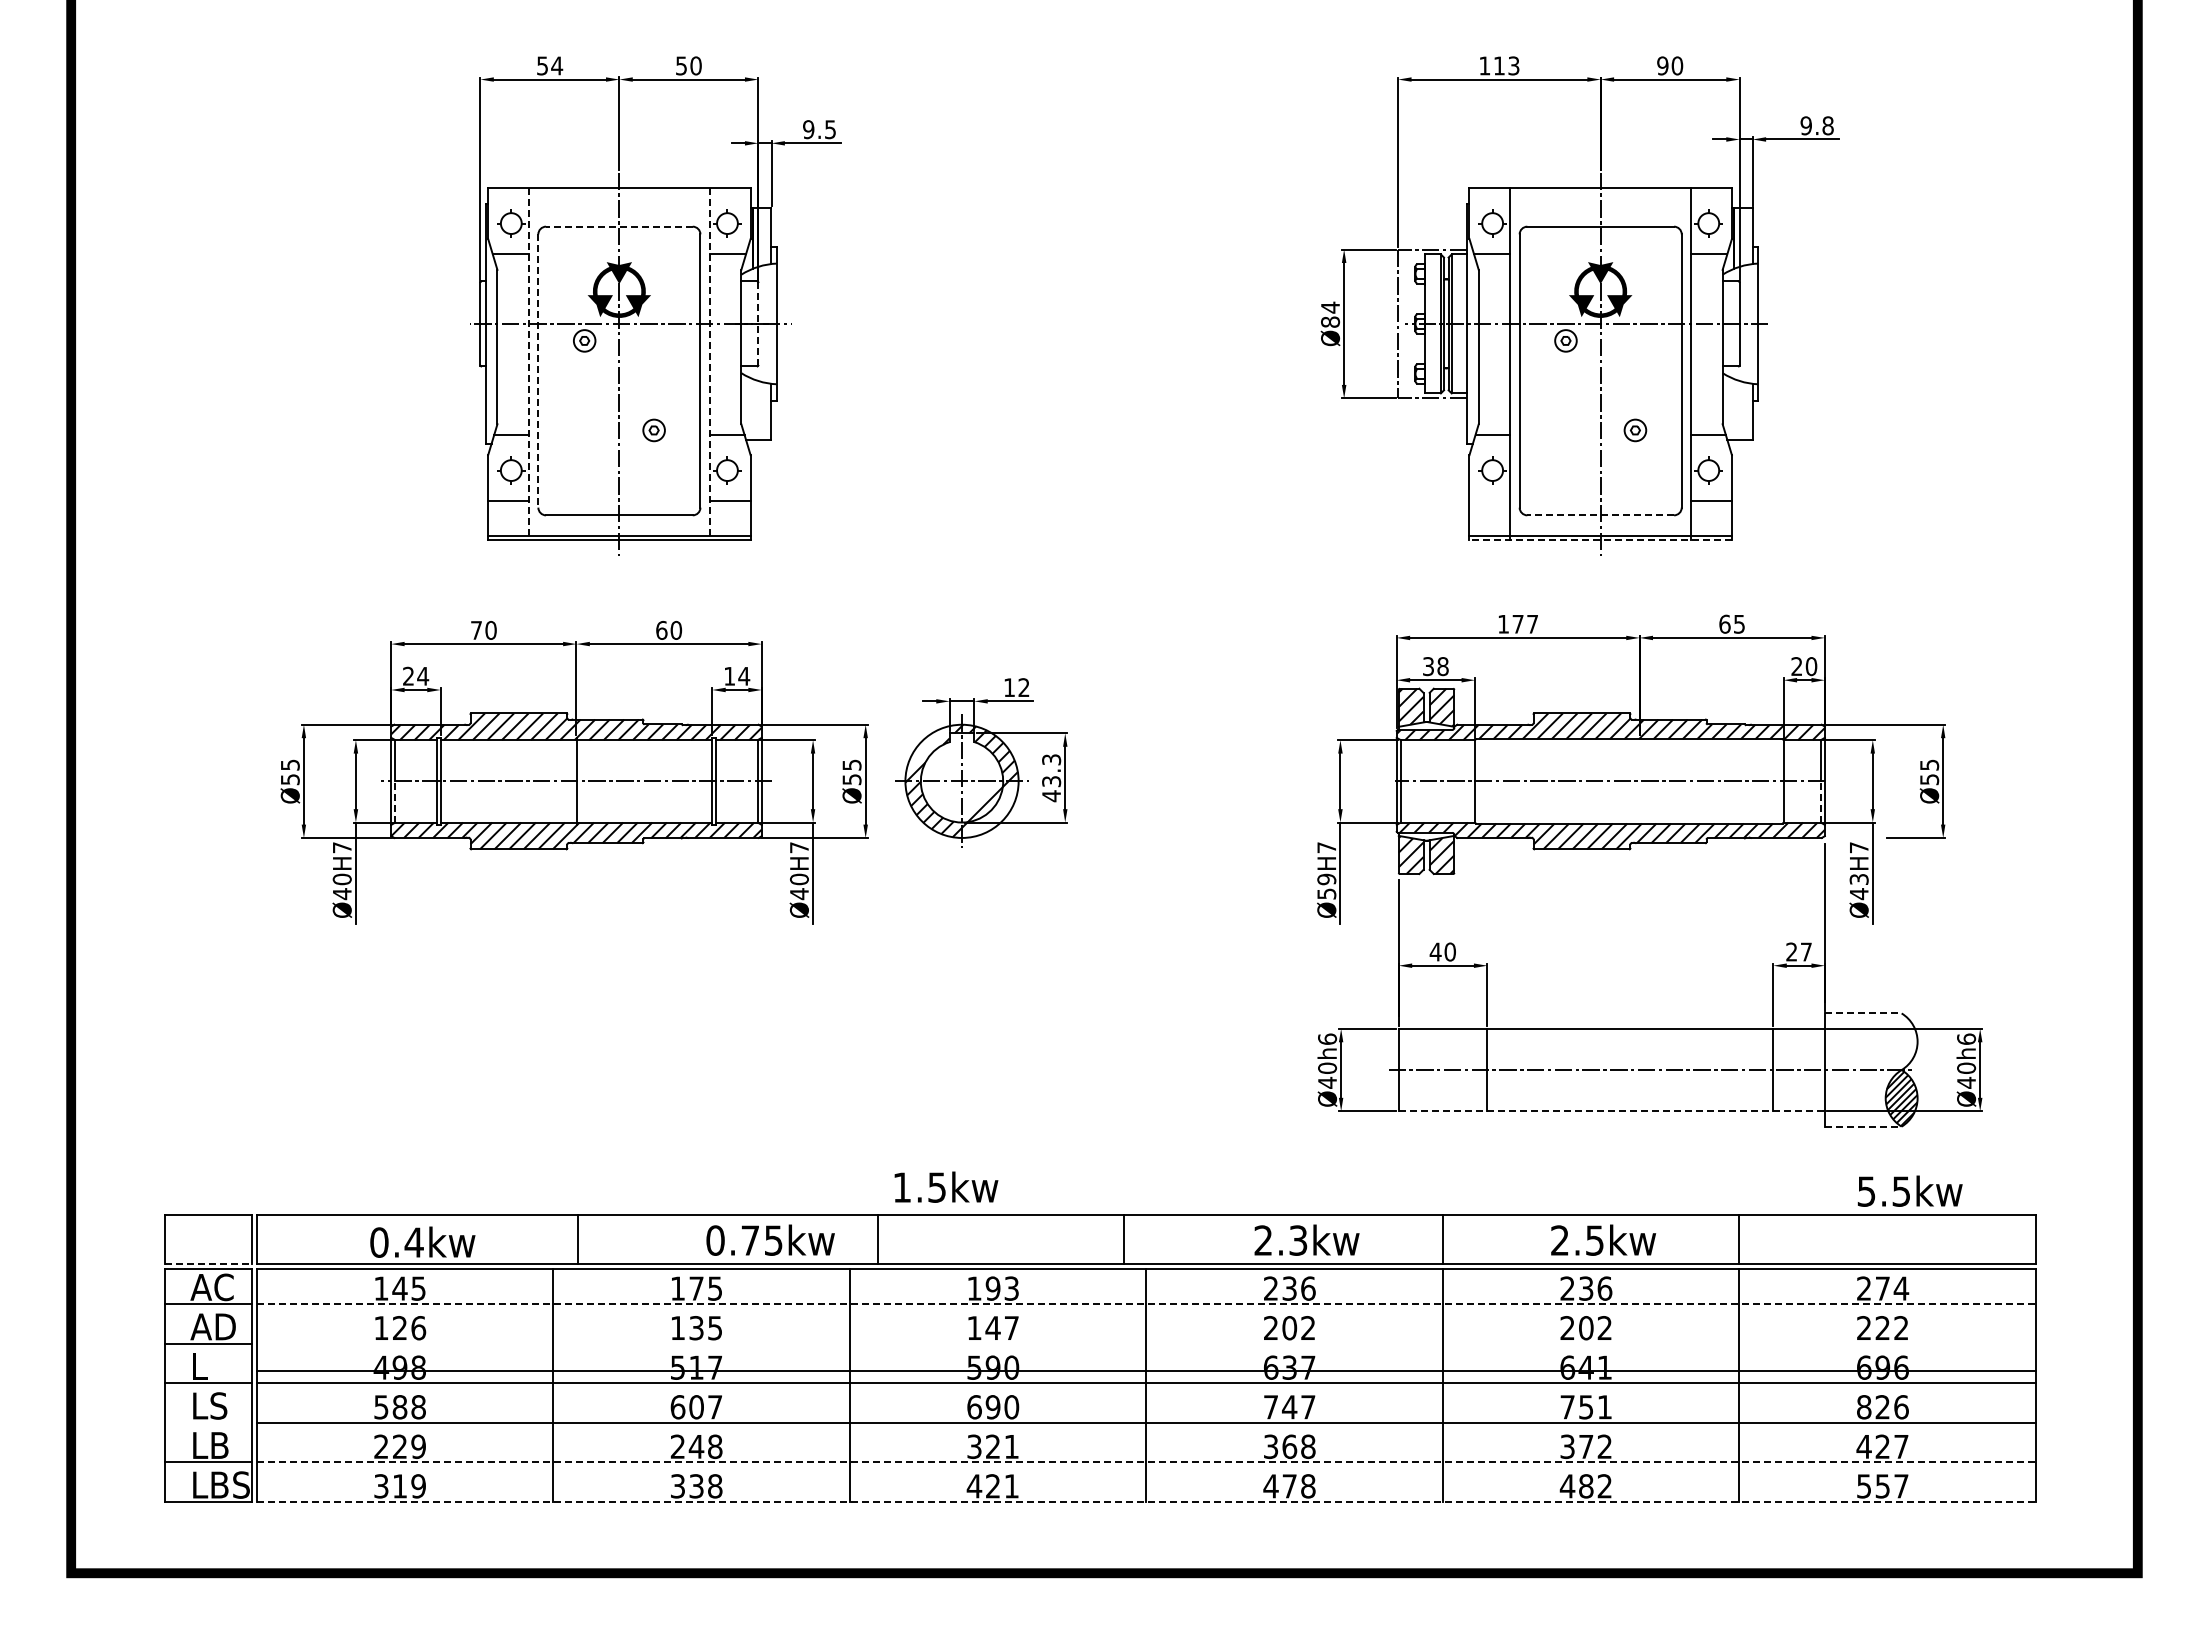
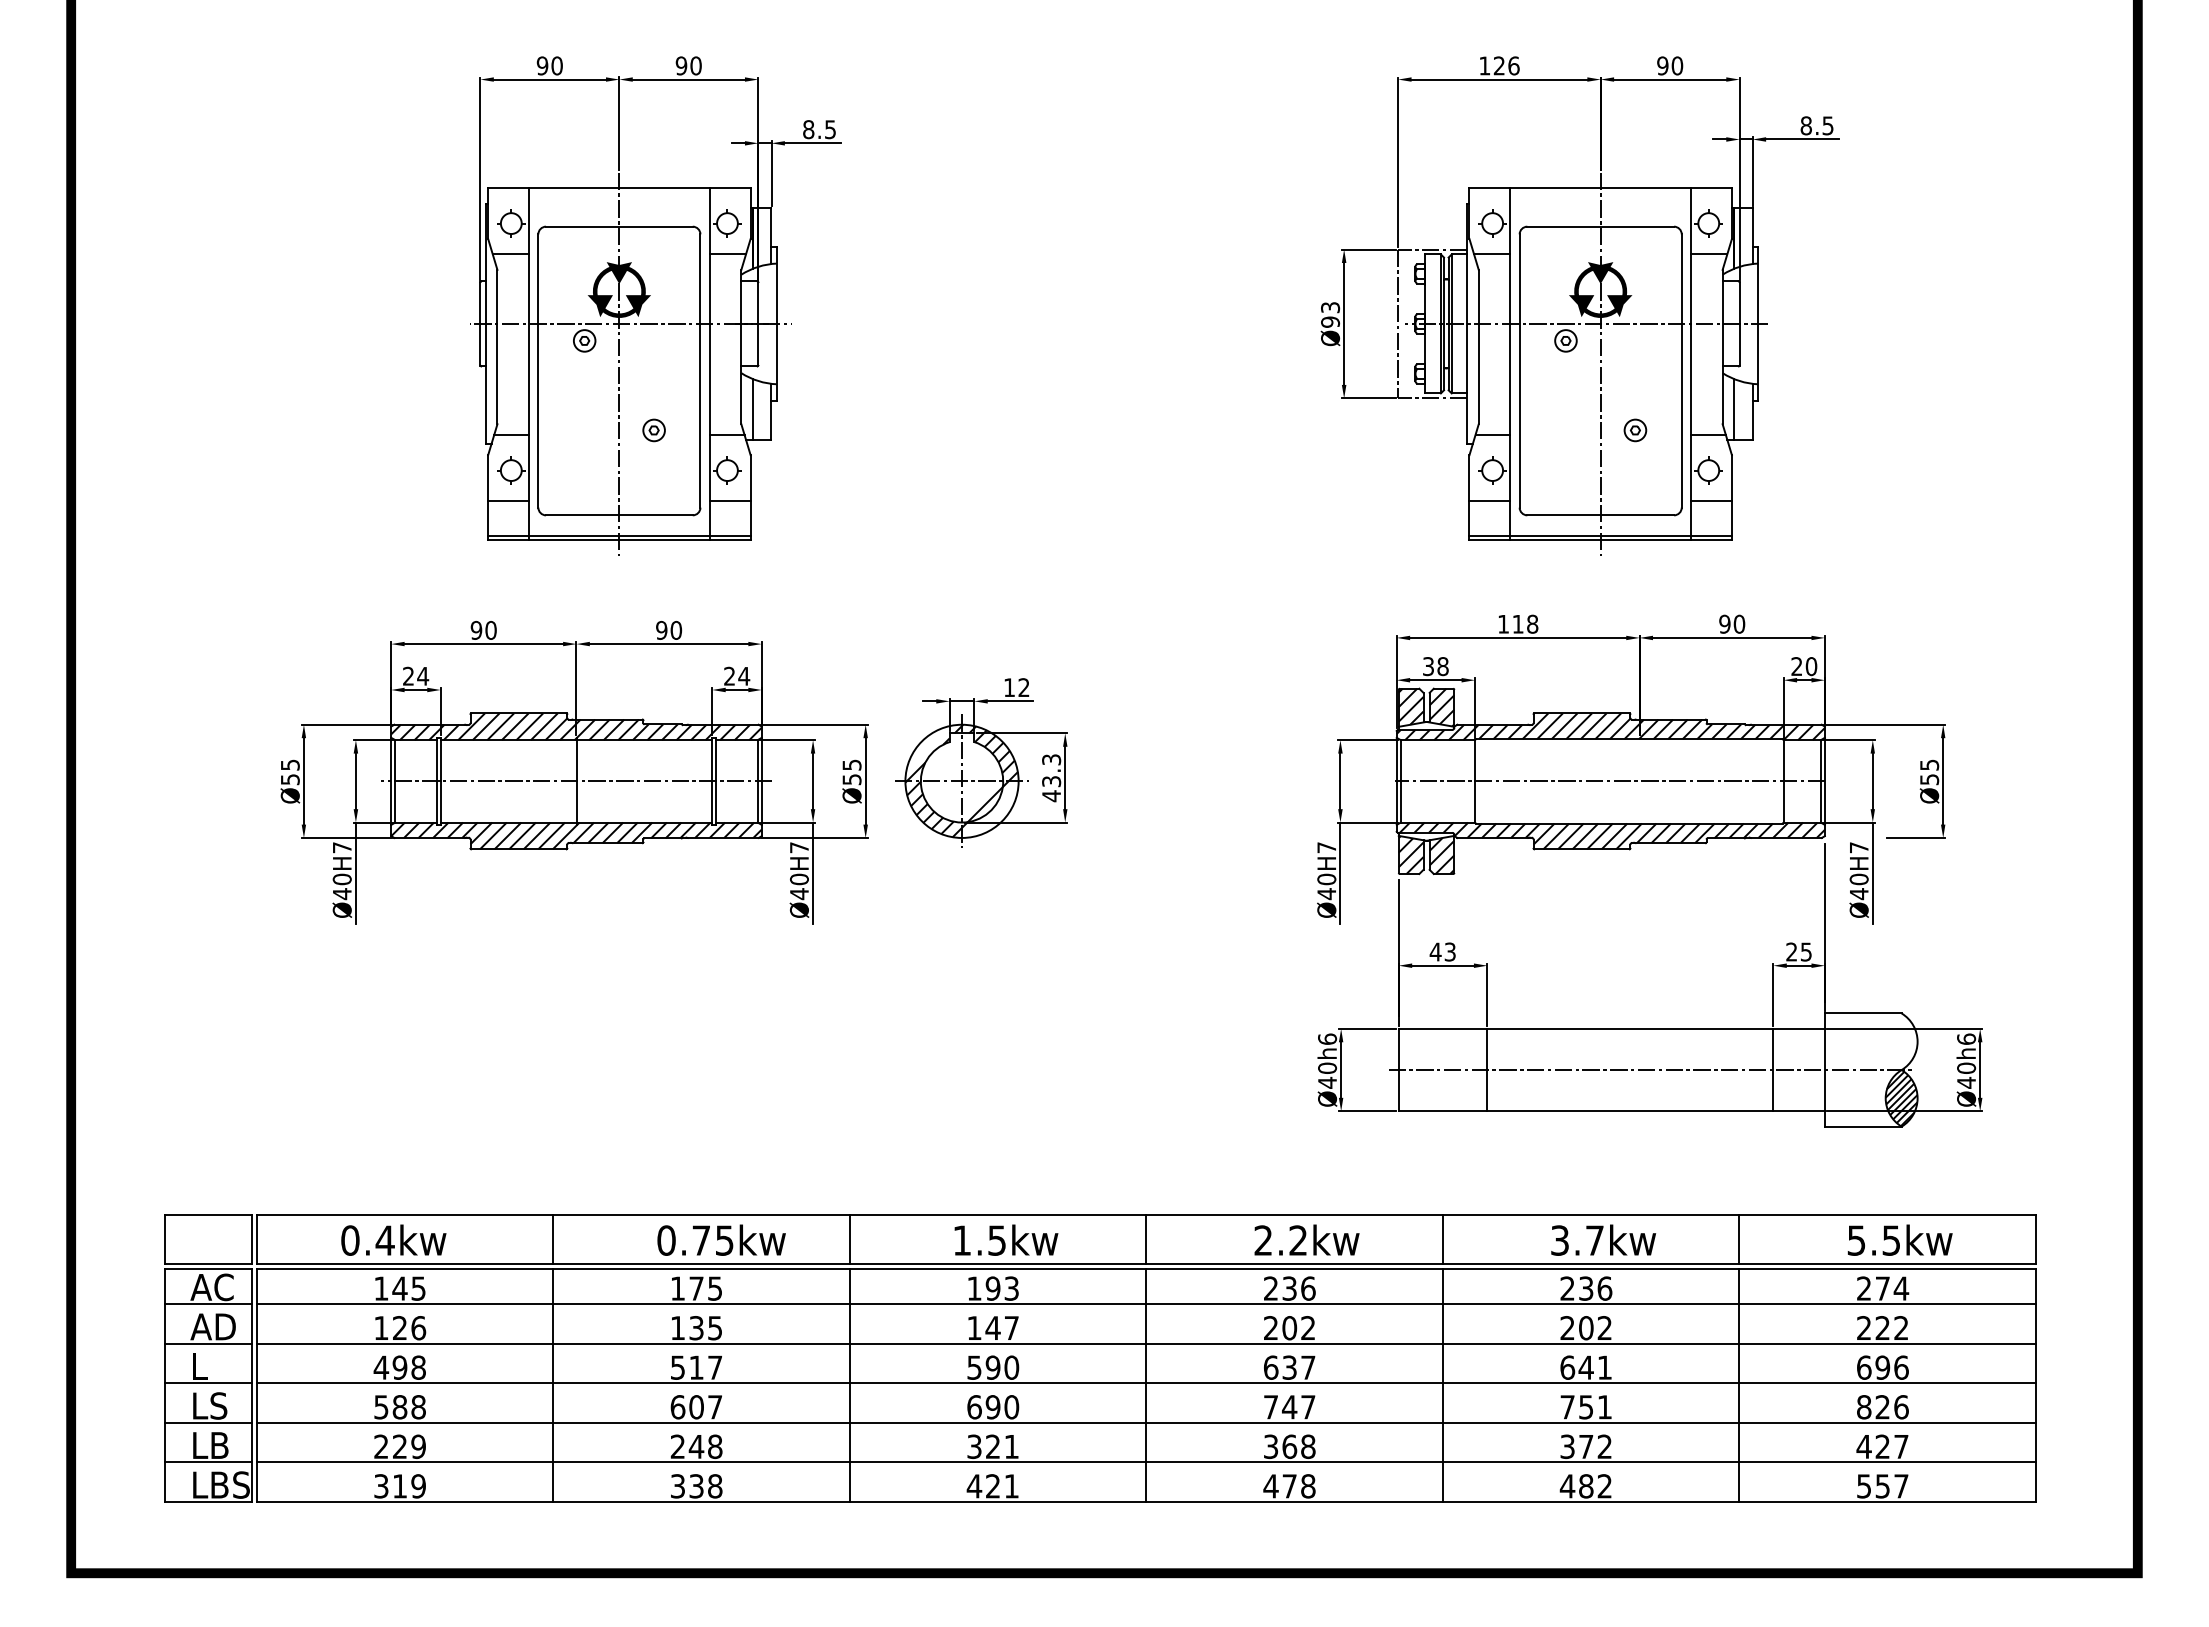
text at (549, 65): 54 -> 90
text at (681, 65): 50 -> 90
text at (1506, 65): 113 -> 126
text at (1816, 125): 9.8 -> 8.5
text at (808, 129): 9.5 -> 8.5
line at (618, 226): dashed -> solid
text at (1330, 314): Ø84 -> Ø93
line at (758, 323): dashed -> solid
line at (529, 364): dashed -> solid
line at (709, 364): dashed -> solid
line at (538, 371): dashed -> solid
line at (752, 409): none -> present
line at (1734, 409): none -> present
line at (1489, 501): none -> present
line at (1600, 515): dashed -> solid
line at (1600, 540): dashed -> solid
text at (1525, 623): 177 -> 118
text at (1732, 623): 65 -> 90
text at (476, 629): 70 -> 90
text at (661, 629): 60 -> 90
text at (729, 675): 14 -> 24
line at (395, 801): dashed -> solid
line at (1820, 801): dashed -> solid
text at (1858, 879): Ø43H7 -> Ø40H7
text at (1326, 886): Ø59H7 -> Ø40H7
text at (1449, 951): 40 -> 43
text at (1806, 951): 27 -> 25
line at (1863, 1013): dashed -> solid
line at (1612, 1111): dashed -> solid
line at (1863, 1126): dashed -> solid
text at (946, 1186) position: (946, 1186) -> (1006, 1239)
text at (1909, 1190) position: (1909, 1190) -> (1899, 1239)
line at (578, 1239) position: (578, 1239) -> (553, 1239)
text at (770, 1239) position: (770, 1239) -> (721, 1239)
line at (877, 1239) position: (877, 1239) -> (849, 1239)
line at (1124, 1239) position: (1124, 1239) -> (1146, 1239)
text at (1298, 1240): 2.3kw -> 2.2kw
text at (1577, 1240): 2.5kw -> 3.7kw
text at (422, 1241) position: (422, 1241) -> (393, 1239)
line at (208, 1264): dashed -> solid
line at (1146, 1304): dashed -> solid
line at (1145, 1370) position: (1145, 1370) -> (1145, 1343)
line at (207, 1422): none -> present
line at (1146, 1462): dashed -> solid
line at (1146, 1501): dashed -> solid
